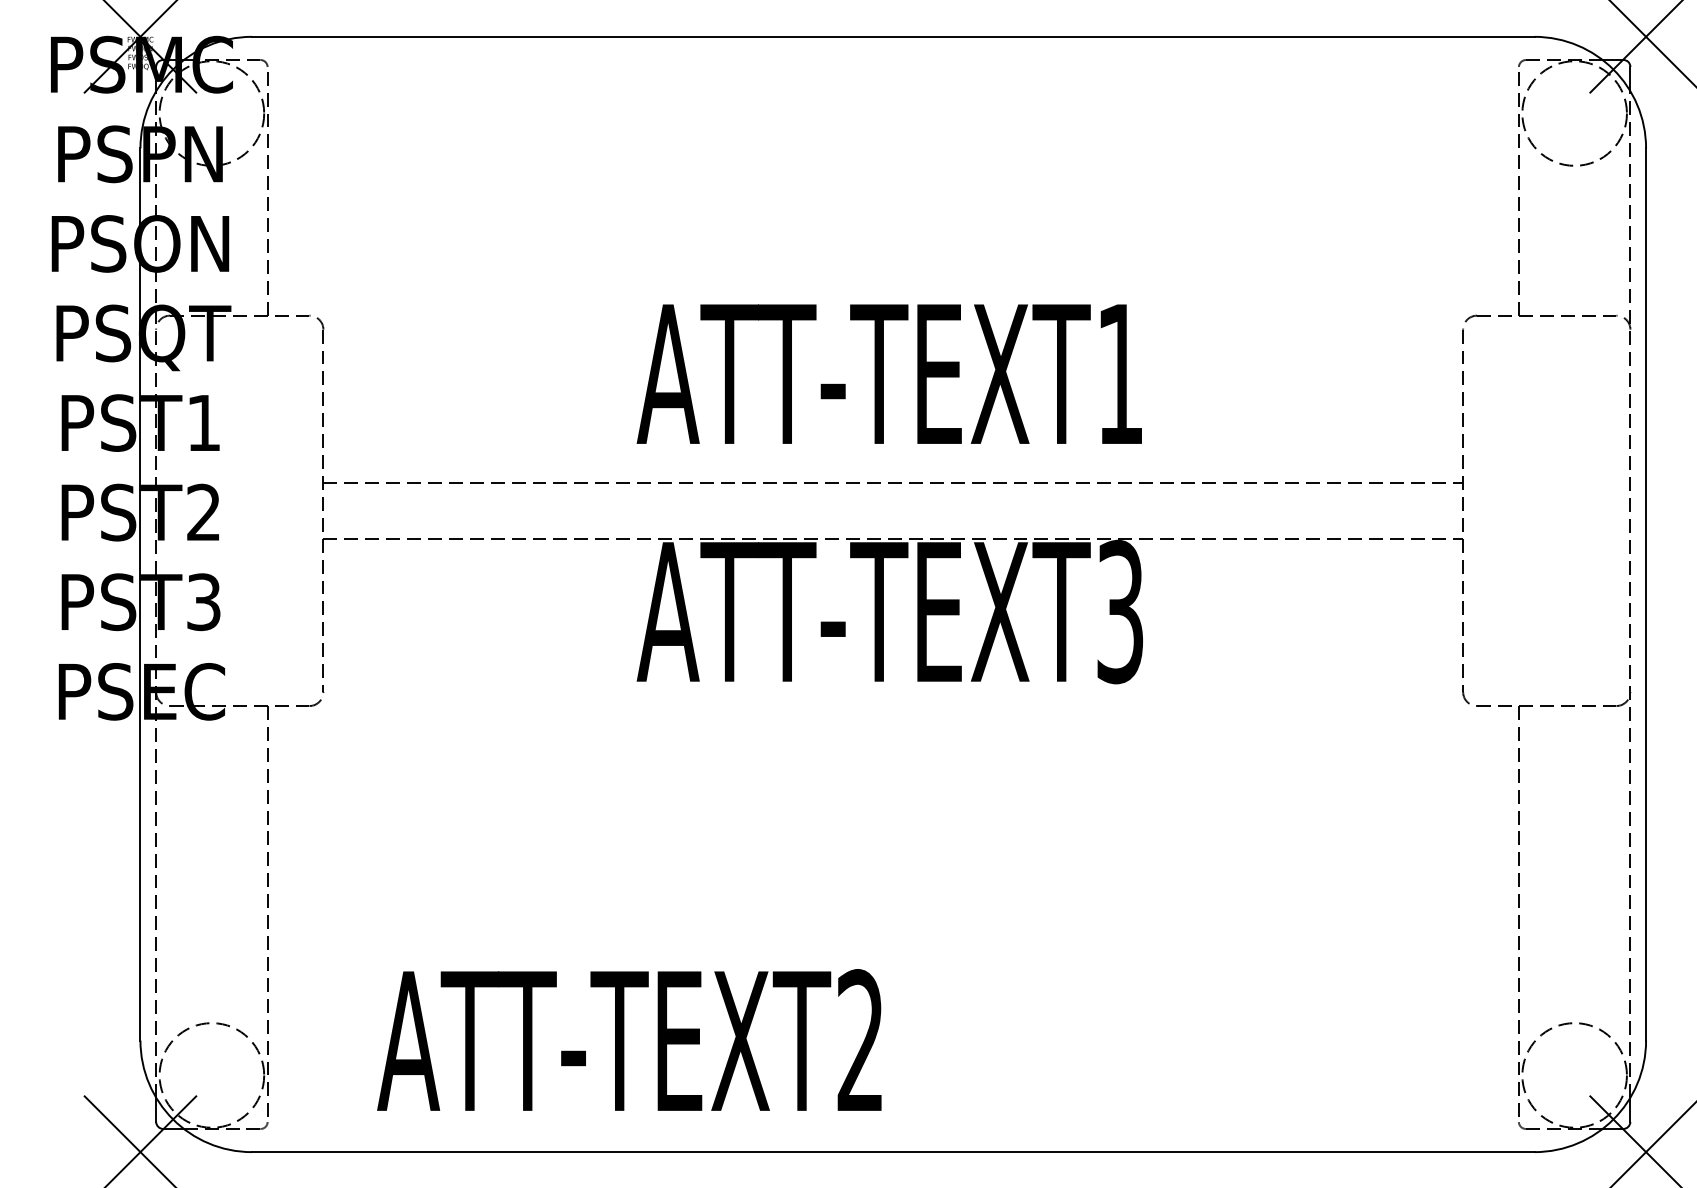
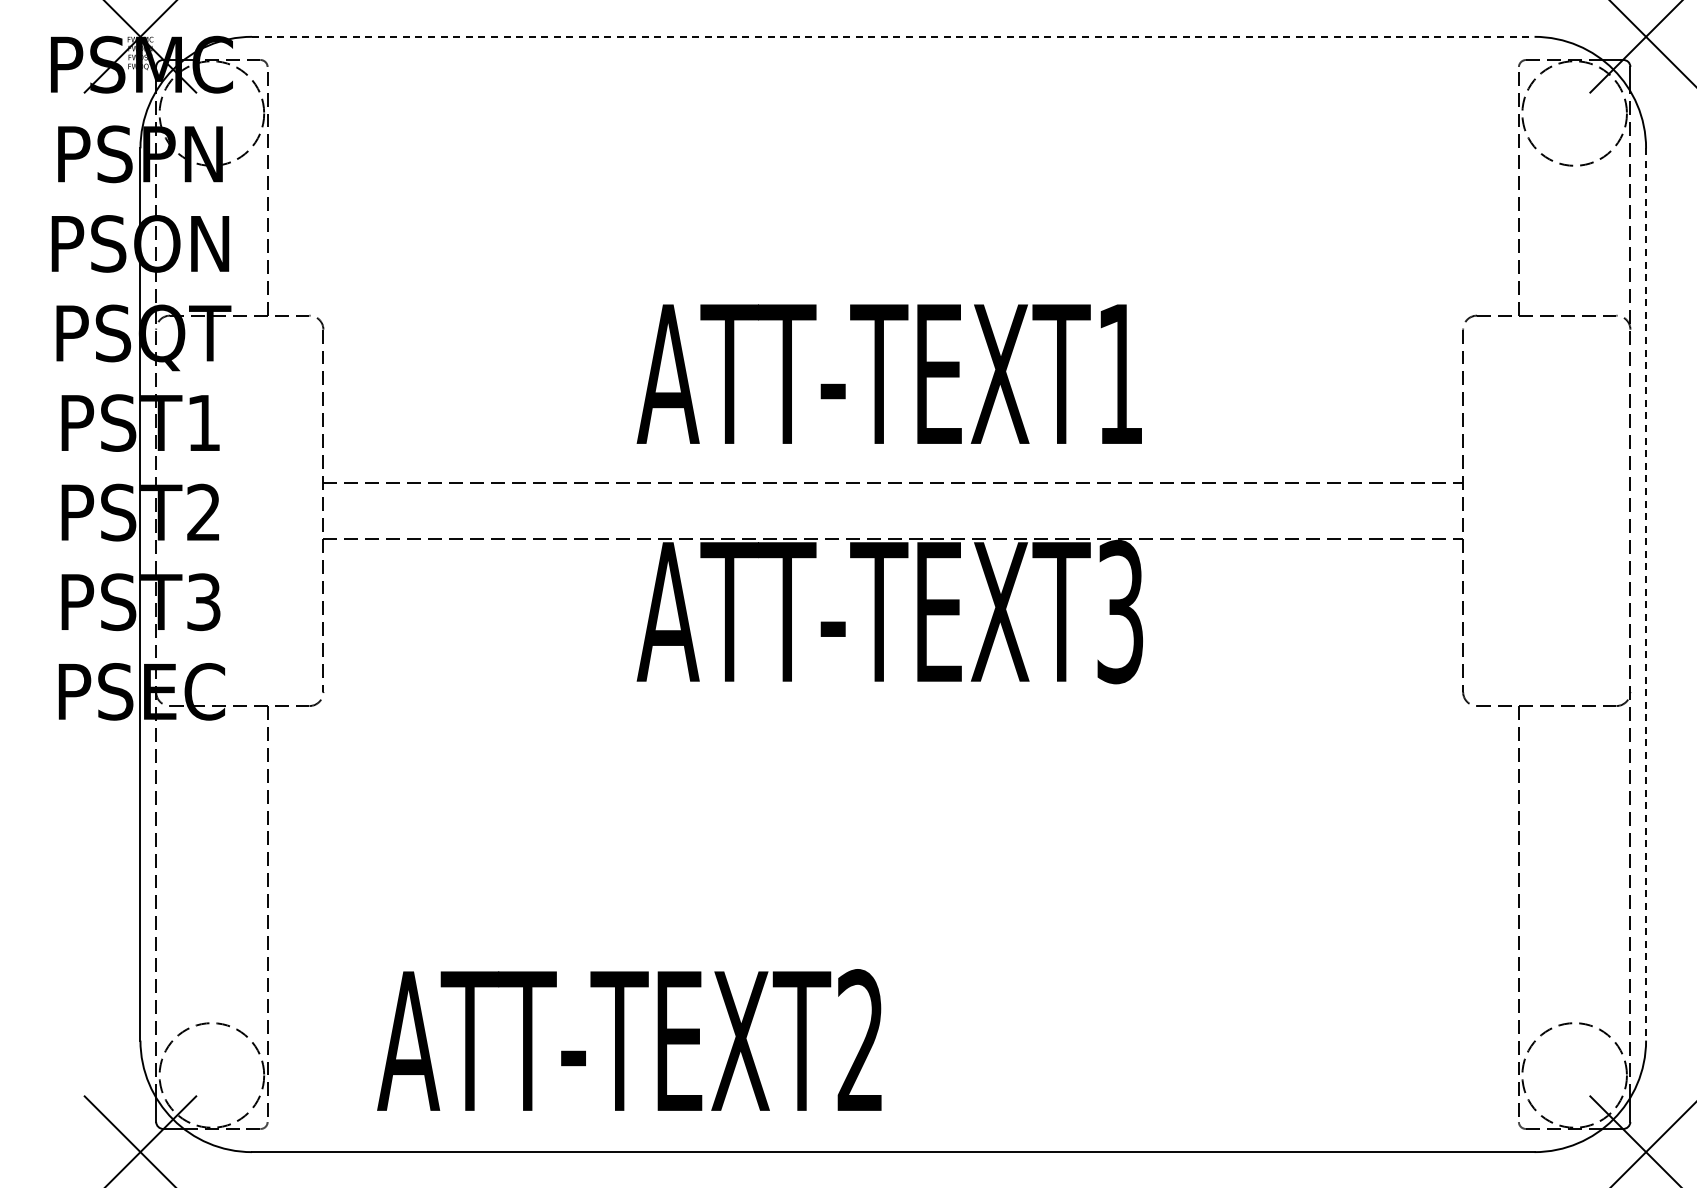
line at (893, 36): solid -> dashed
line at (1646, 594): solid -> dashed
